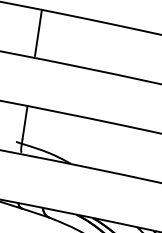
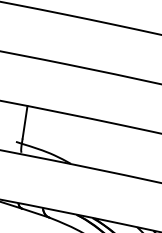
line at (38, 32): present -> none
